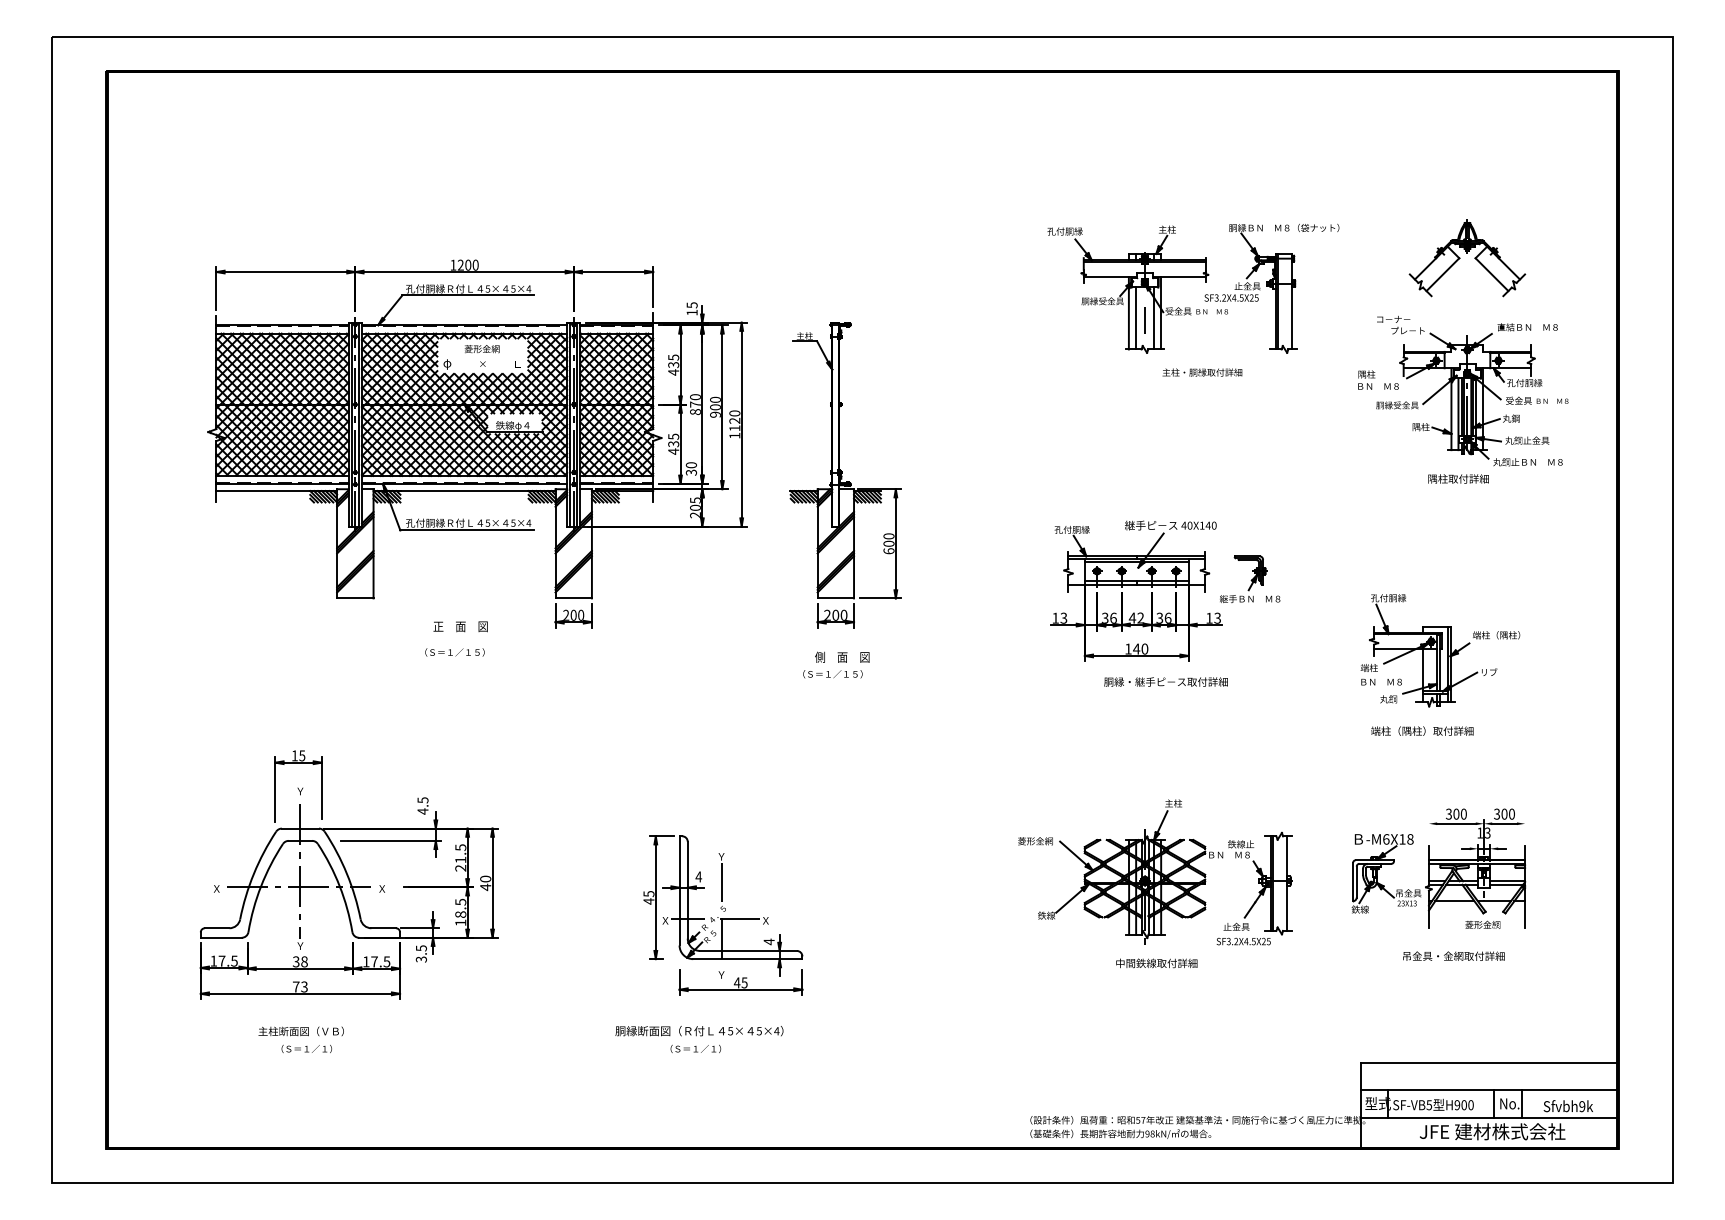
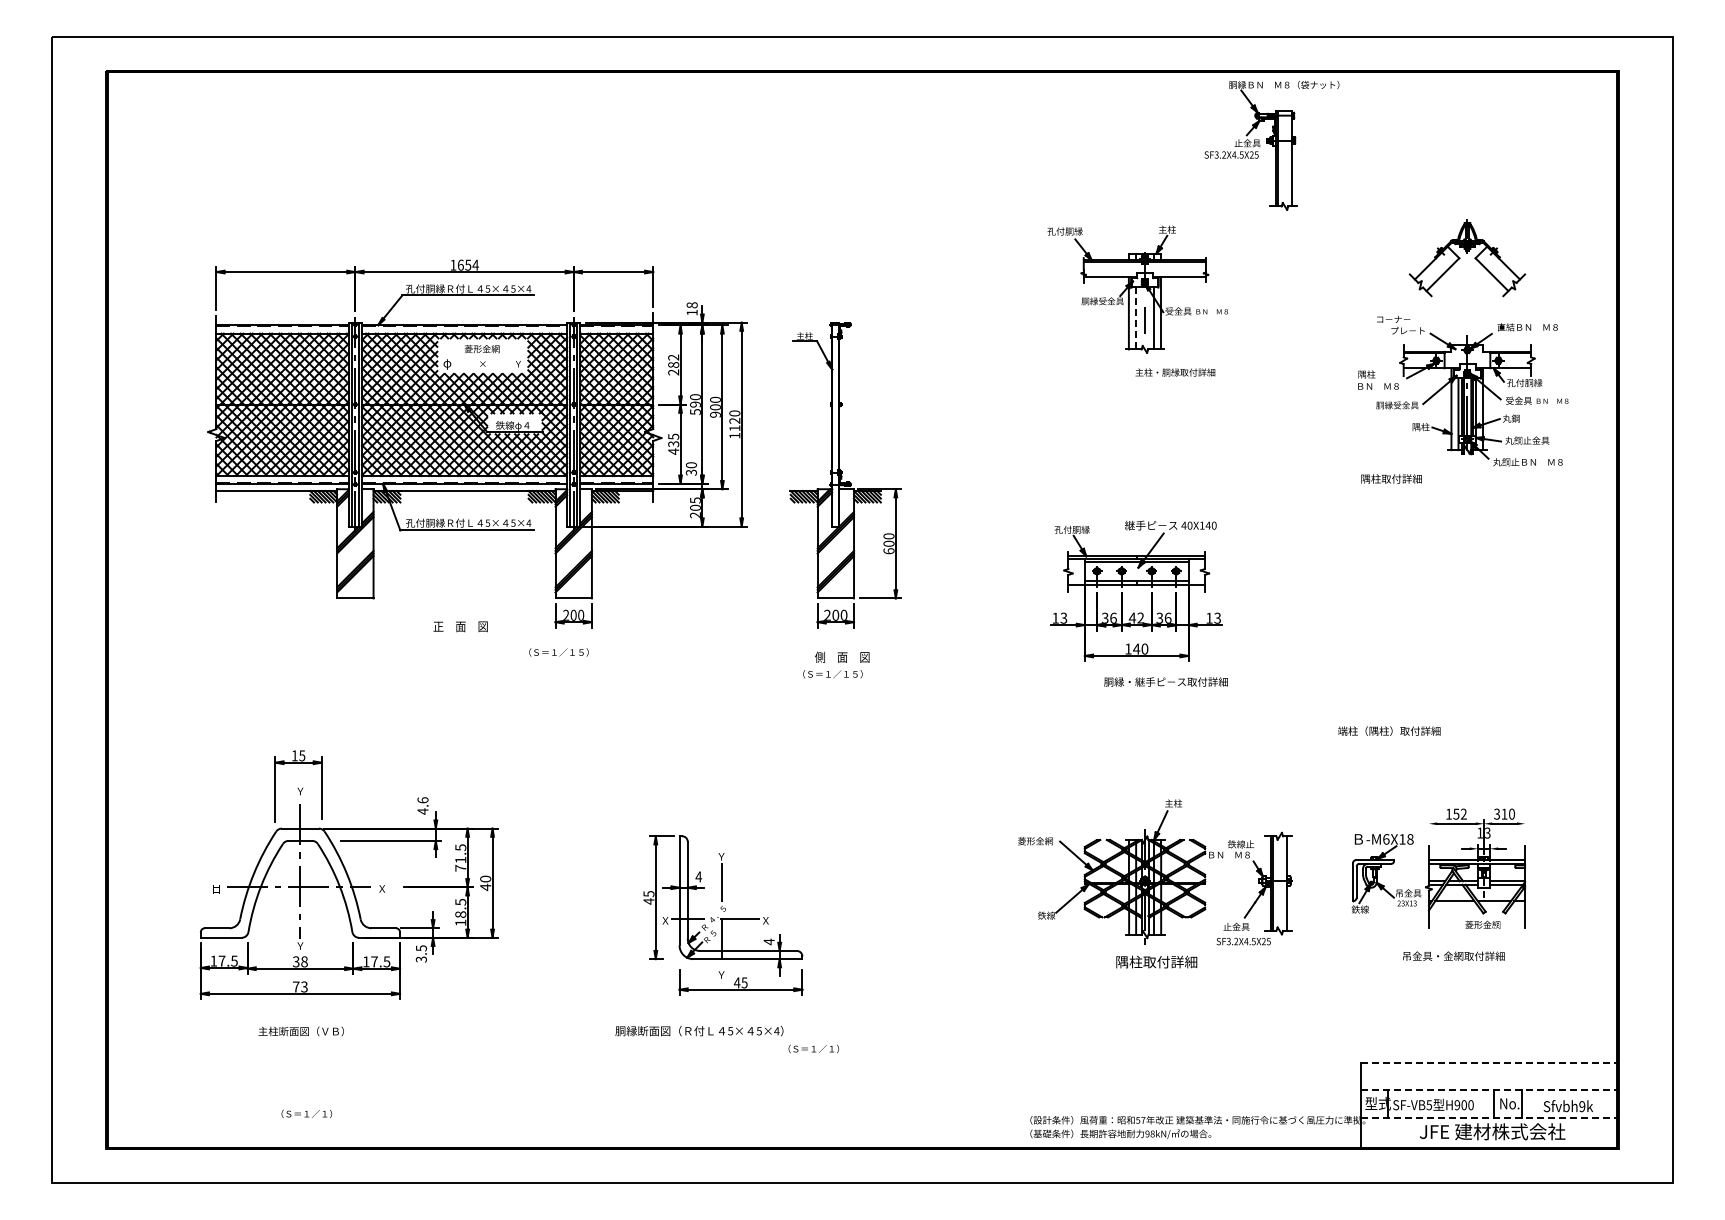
text at (467, 264): 1200 -> 1654
part at (1271, 288) position: (1271, 288) -> (1271, 145)
text at (691, 305): 15 -> 18
line at (1135, 318): solid -> dashed
text at (517, 364): 目 -> Ｙ
text at (673, 364): 435 -> 282
text at (1202, 372) position: (1202, 372) -> (1175, 372)
text at (695, 408): 870 -> 590
text at (1458, 478) position: (1458, 478) -> (1391, 478)
part at (1250, 579): present -> none
part at (1440, 650): present -> none
text at (454, 652) position: (454, 652) -> (558, 652)
text at (1422, 730) position: (1422, 730) -> (1389, 730)
text at (422, 800): 4.5 -> 4.6
text at (1455, 813): 300 -> 152
text at (1504, 813): 300 -> 310
text at (460, 868): 21.5 -> 71.5
text at (216, 889): Ｘ -> 目
text at (1156, 961): 中間鉄線取付詳細 -> 隅柱取付詳細
text at (306, 1048) position: (306, 1048) -> (306, 1113)
text at (695, 1048) position: (695, 1048) -> (813, 1048)
line at (1489, 1063): solid -> dashed
line at (1489, 1090): solid -> dashed
line at (1489, 1117): solid -> dashed
